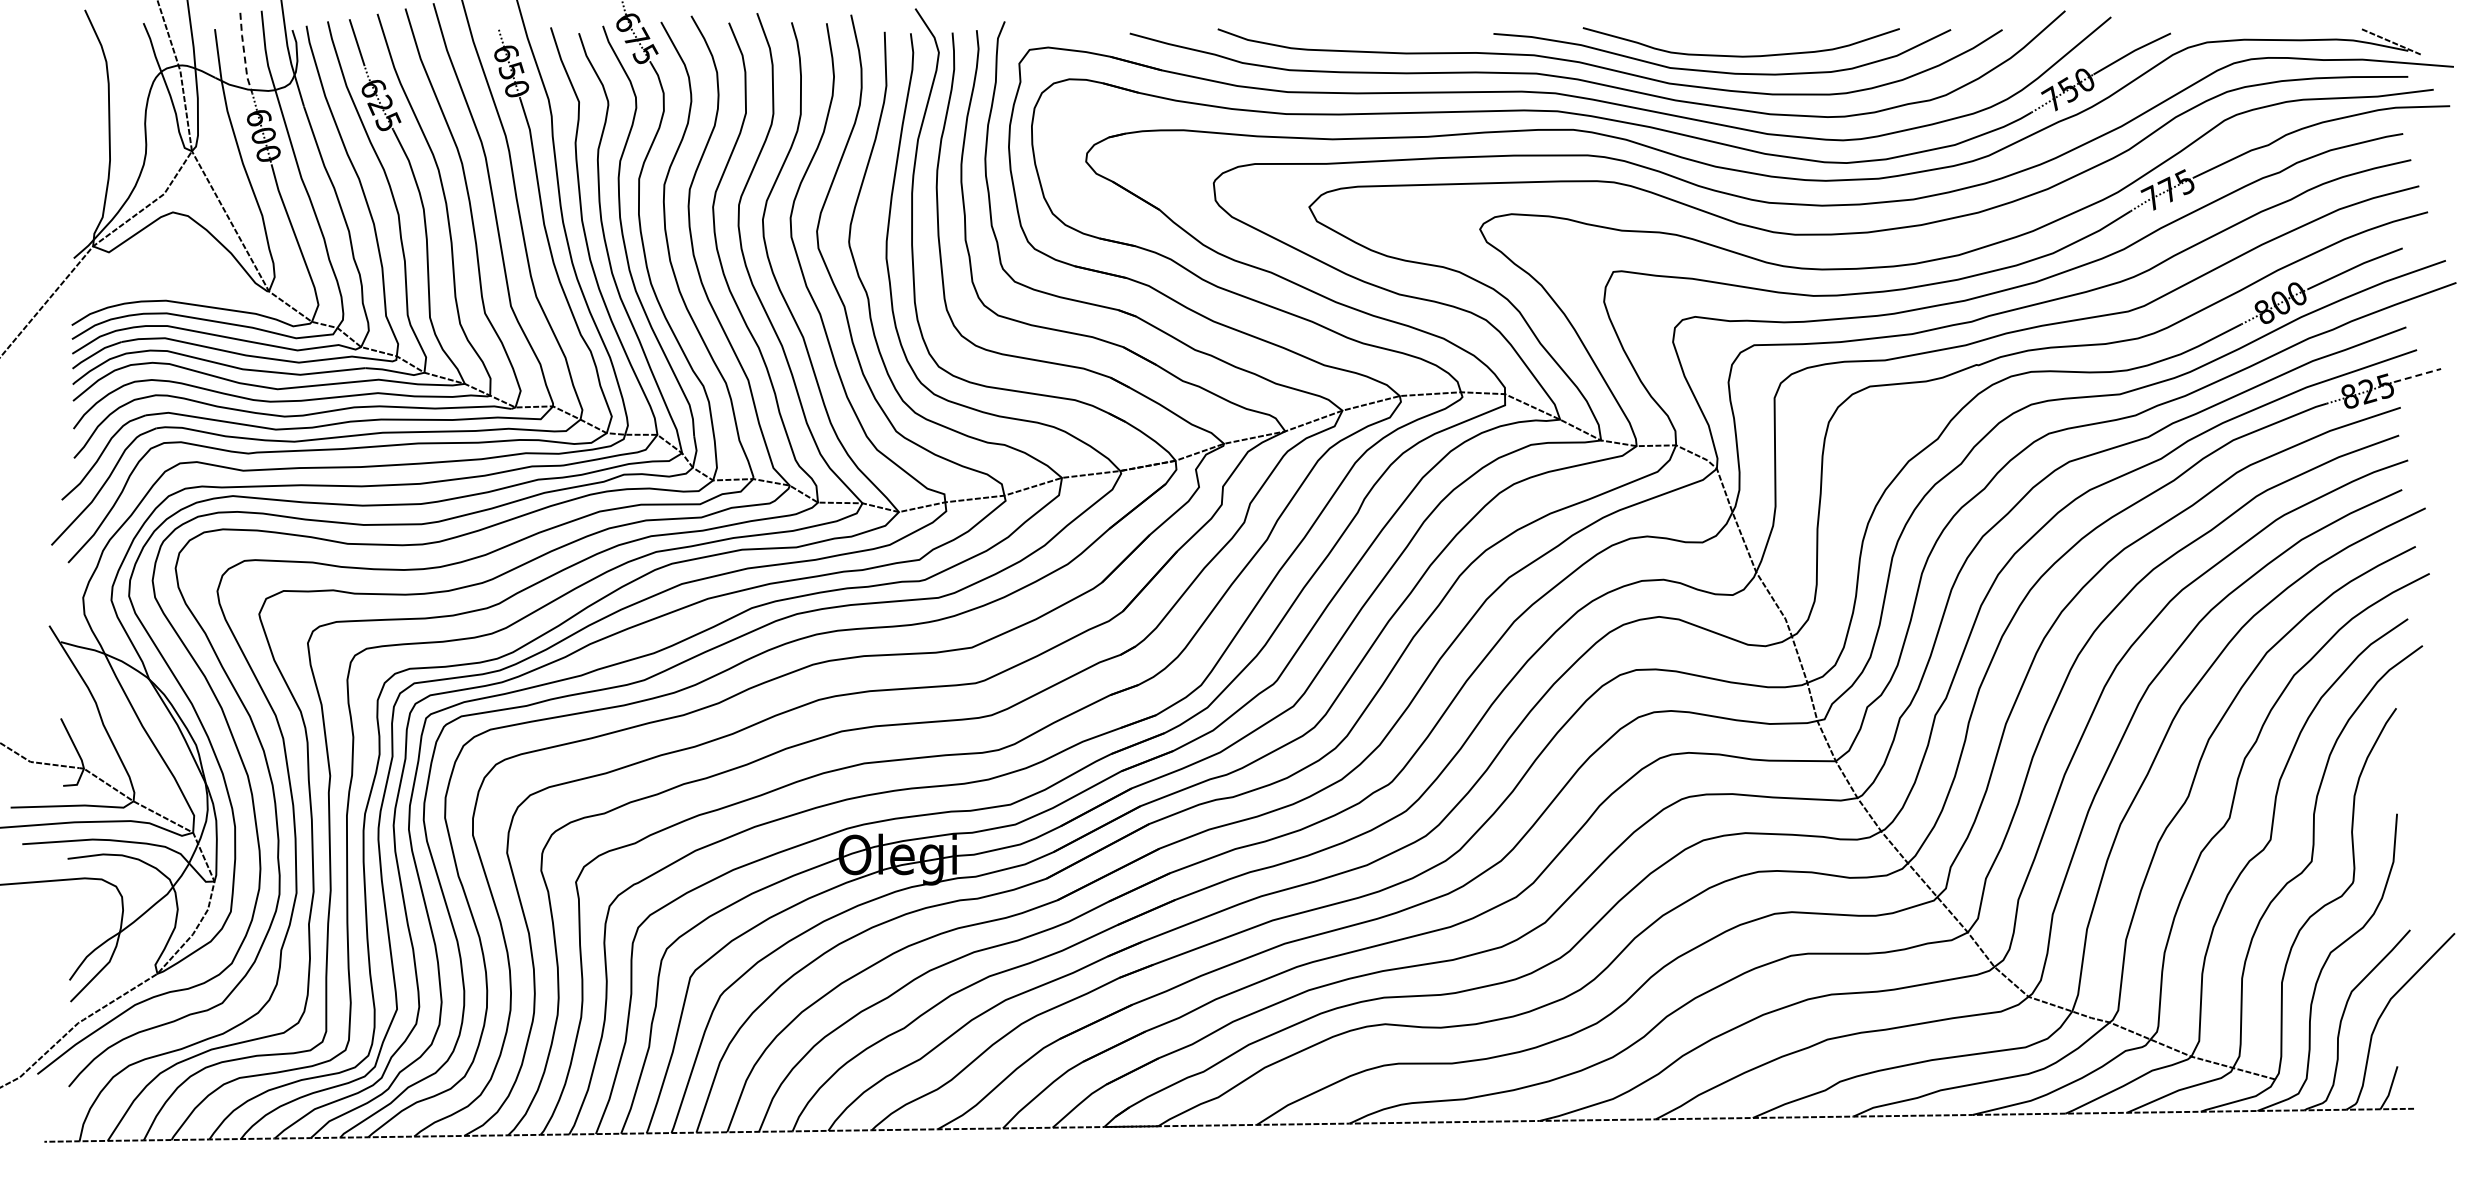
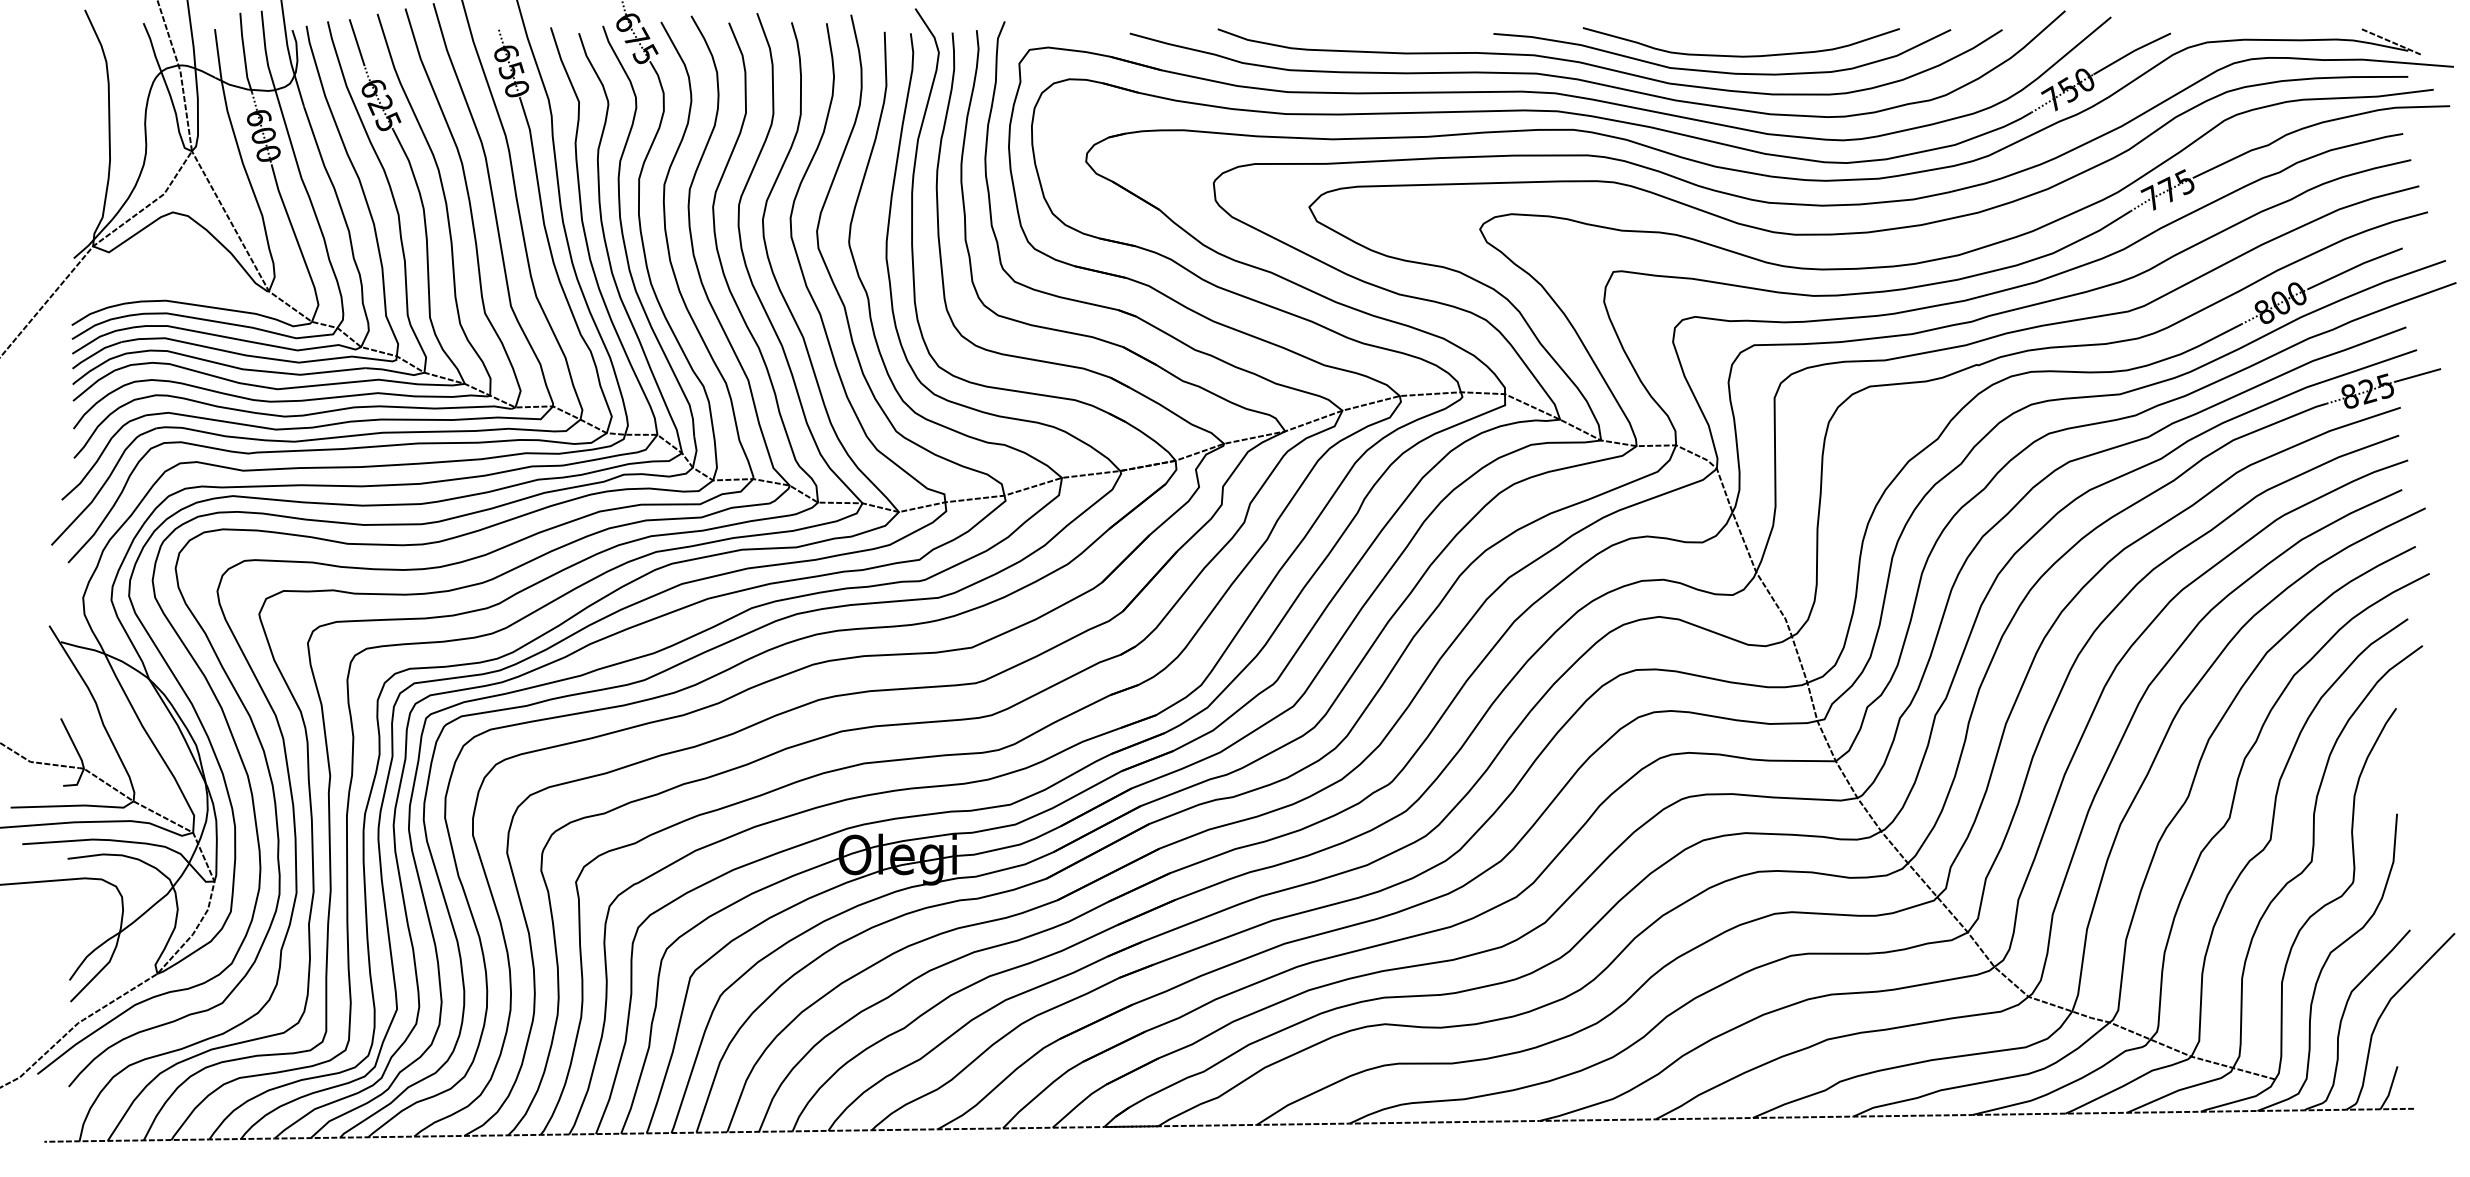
line at (244, 54): dashed -> solid
line at (2418, 375): dashed -> solid
